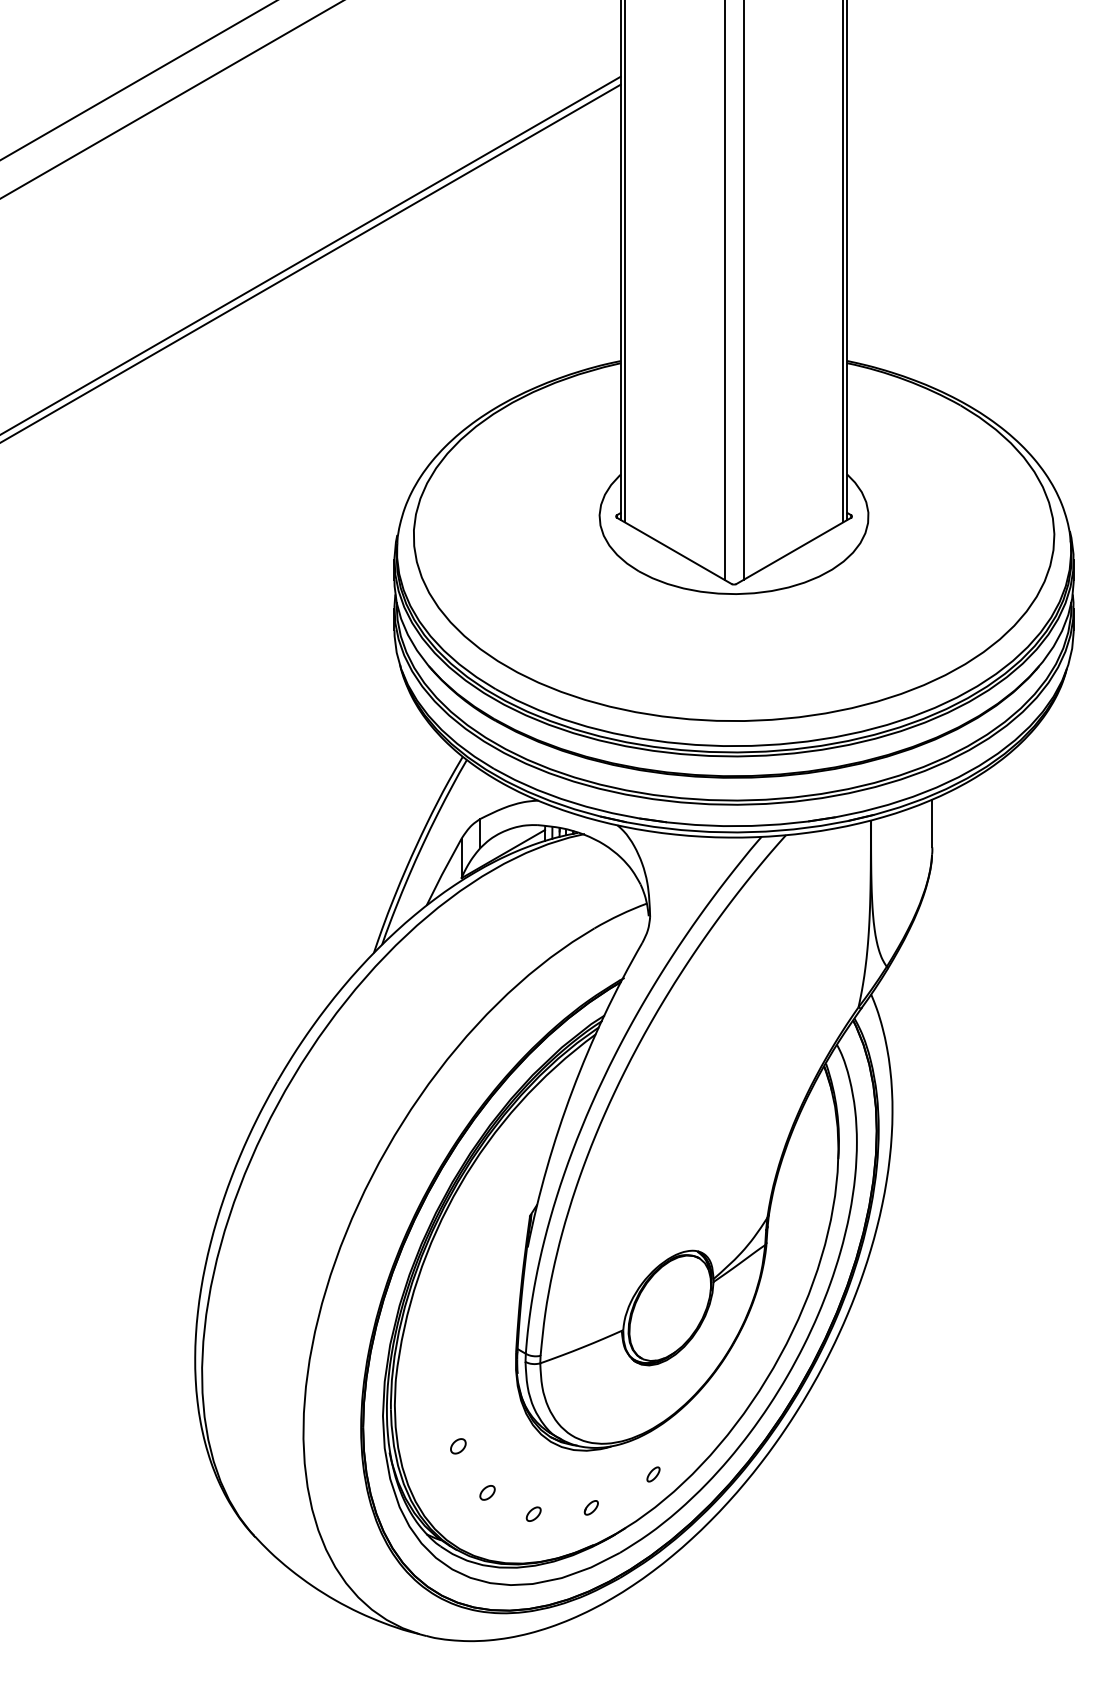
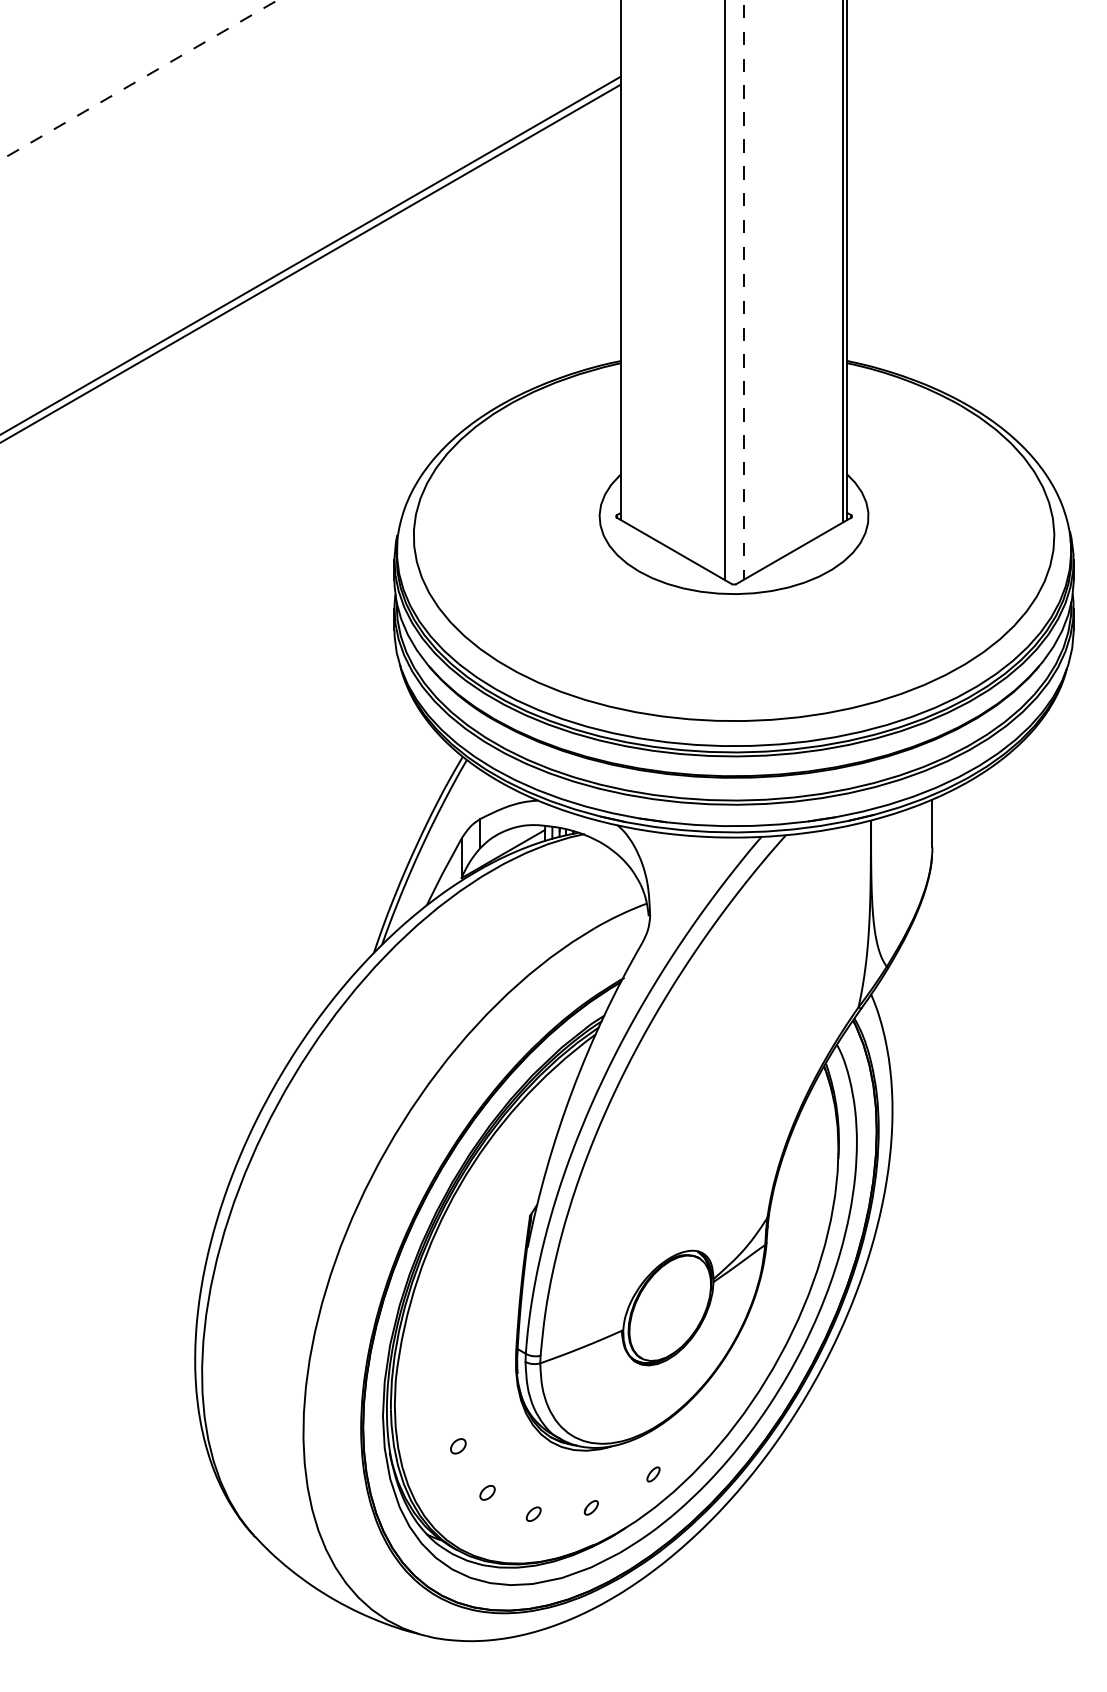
line at (139, 80): solid -> dashed
line at (171, 99): present -> none
line at (624, 262): present -> none
line at (743, 289): solid -> dashed
